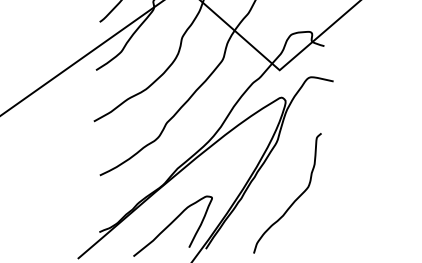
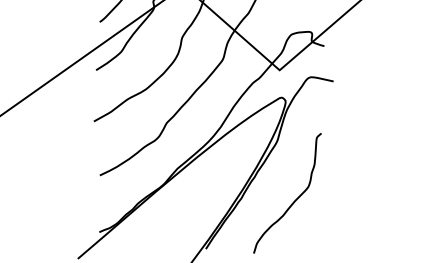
curve at (171, 224): present -> none
